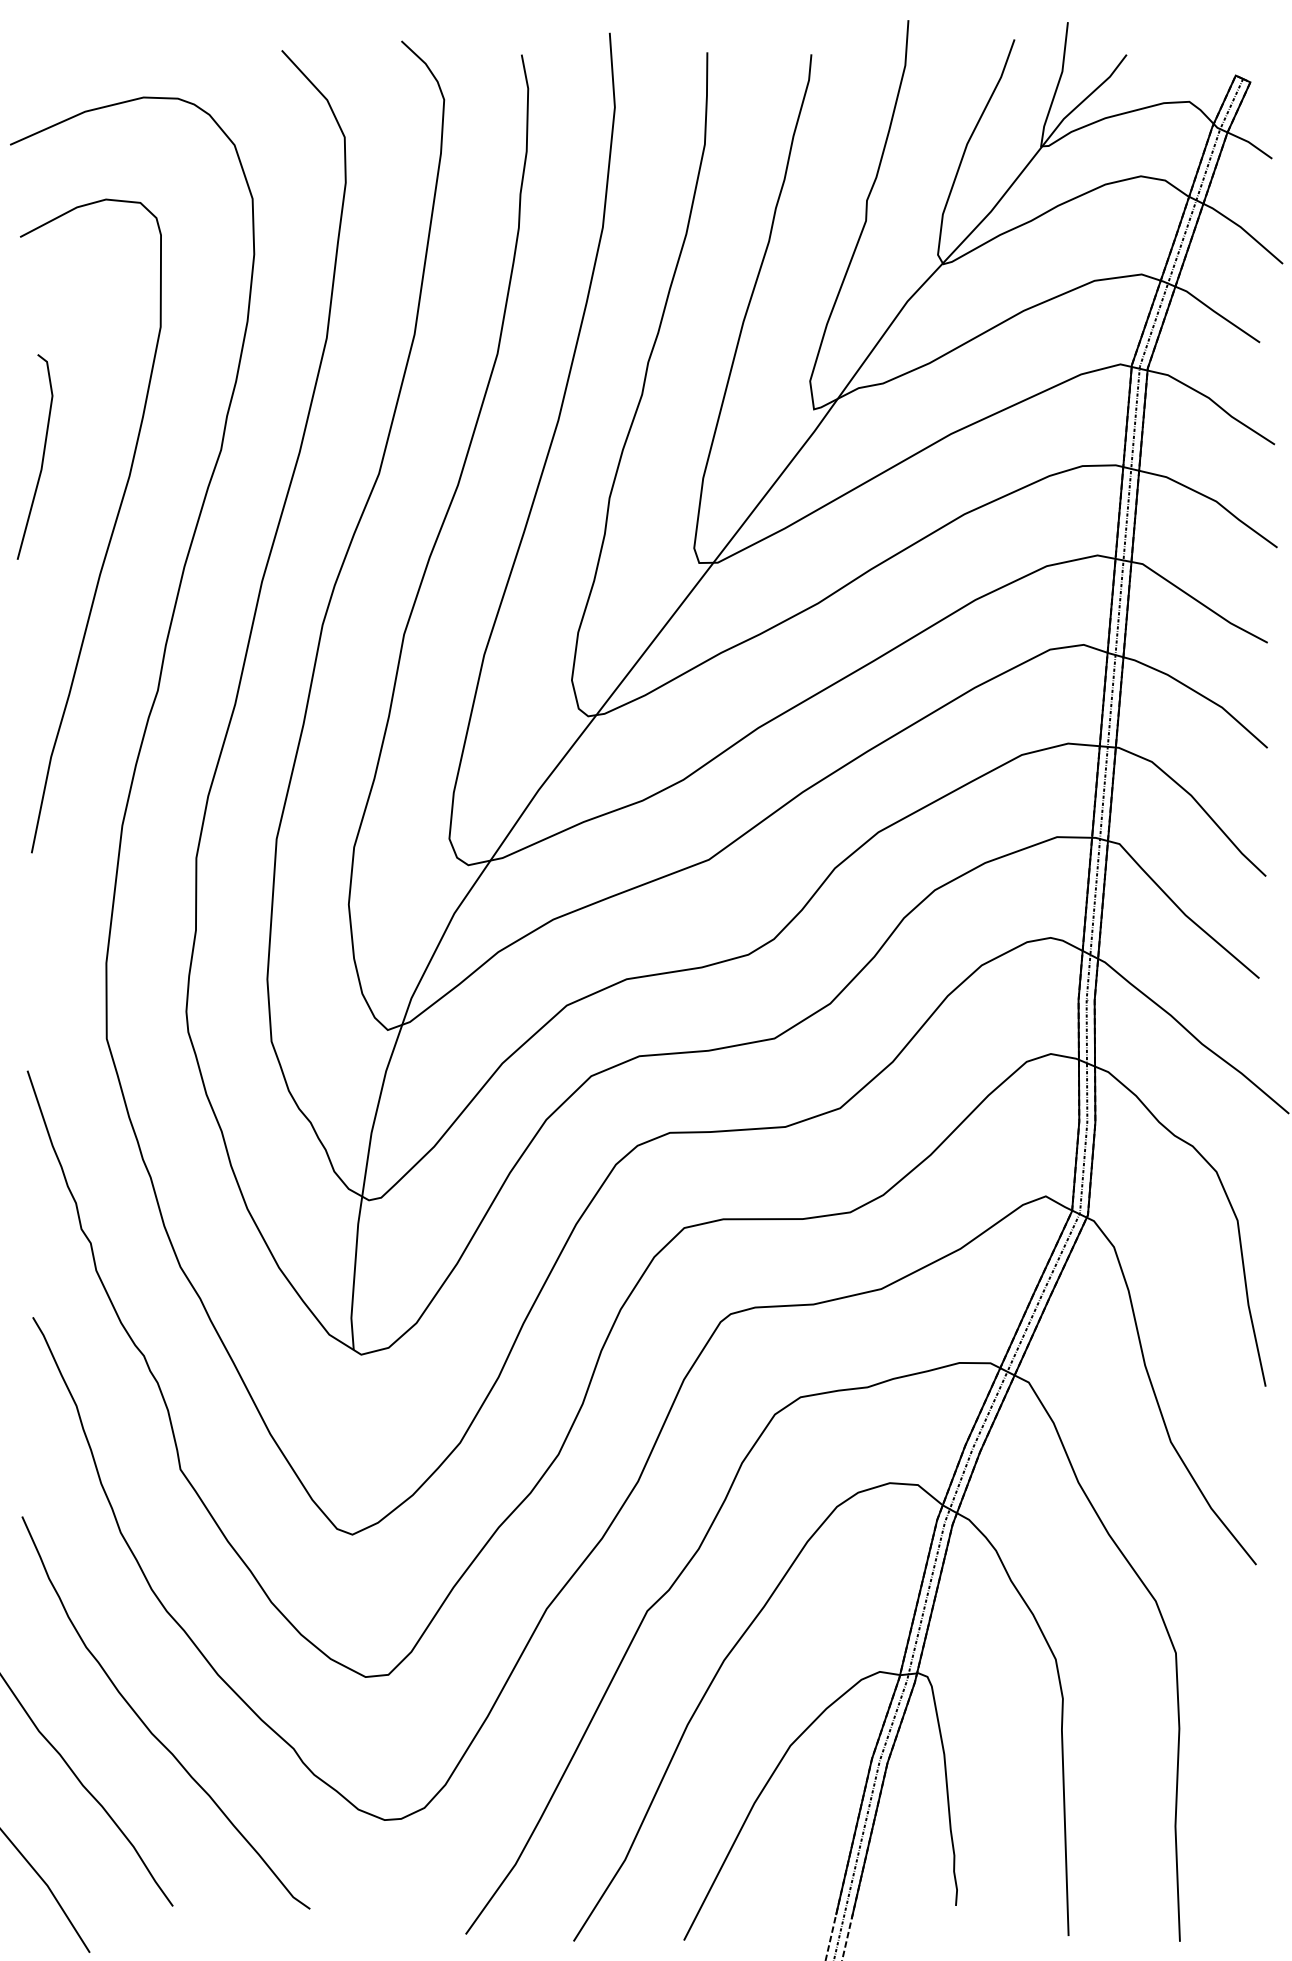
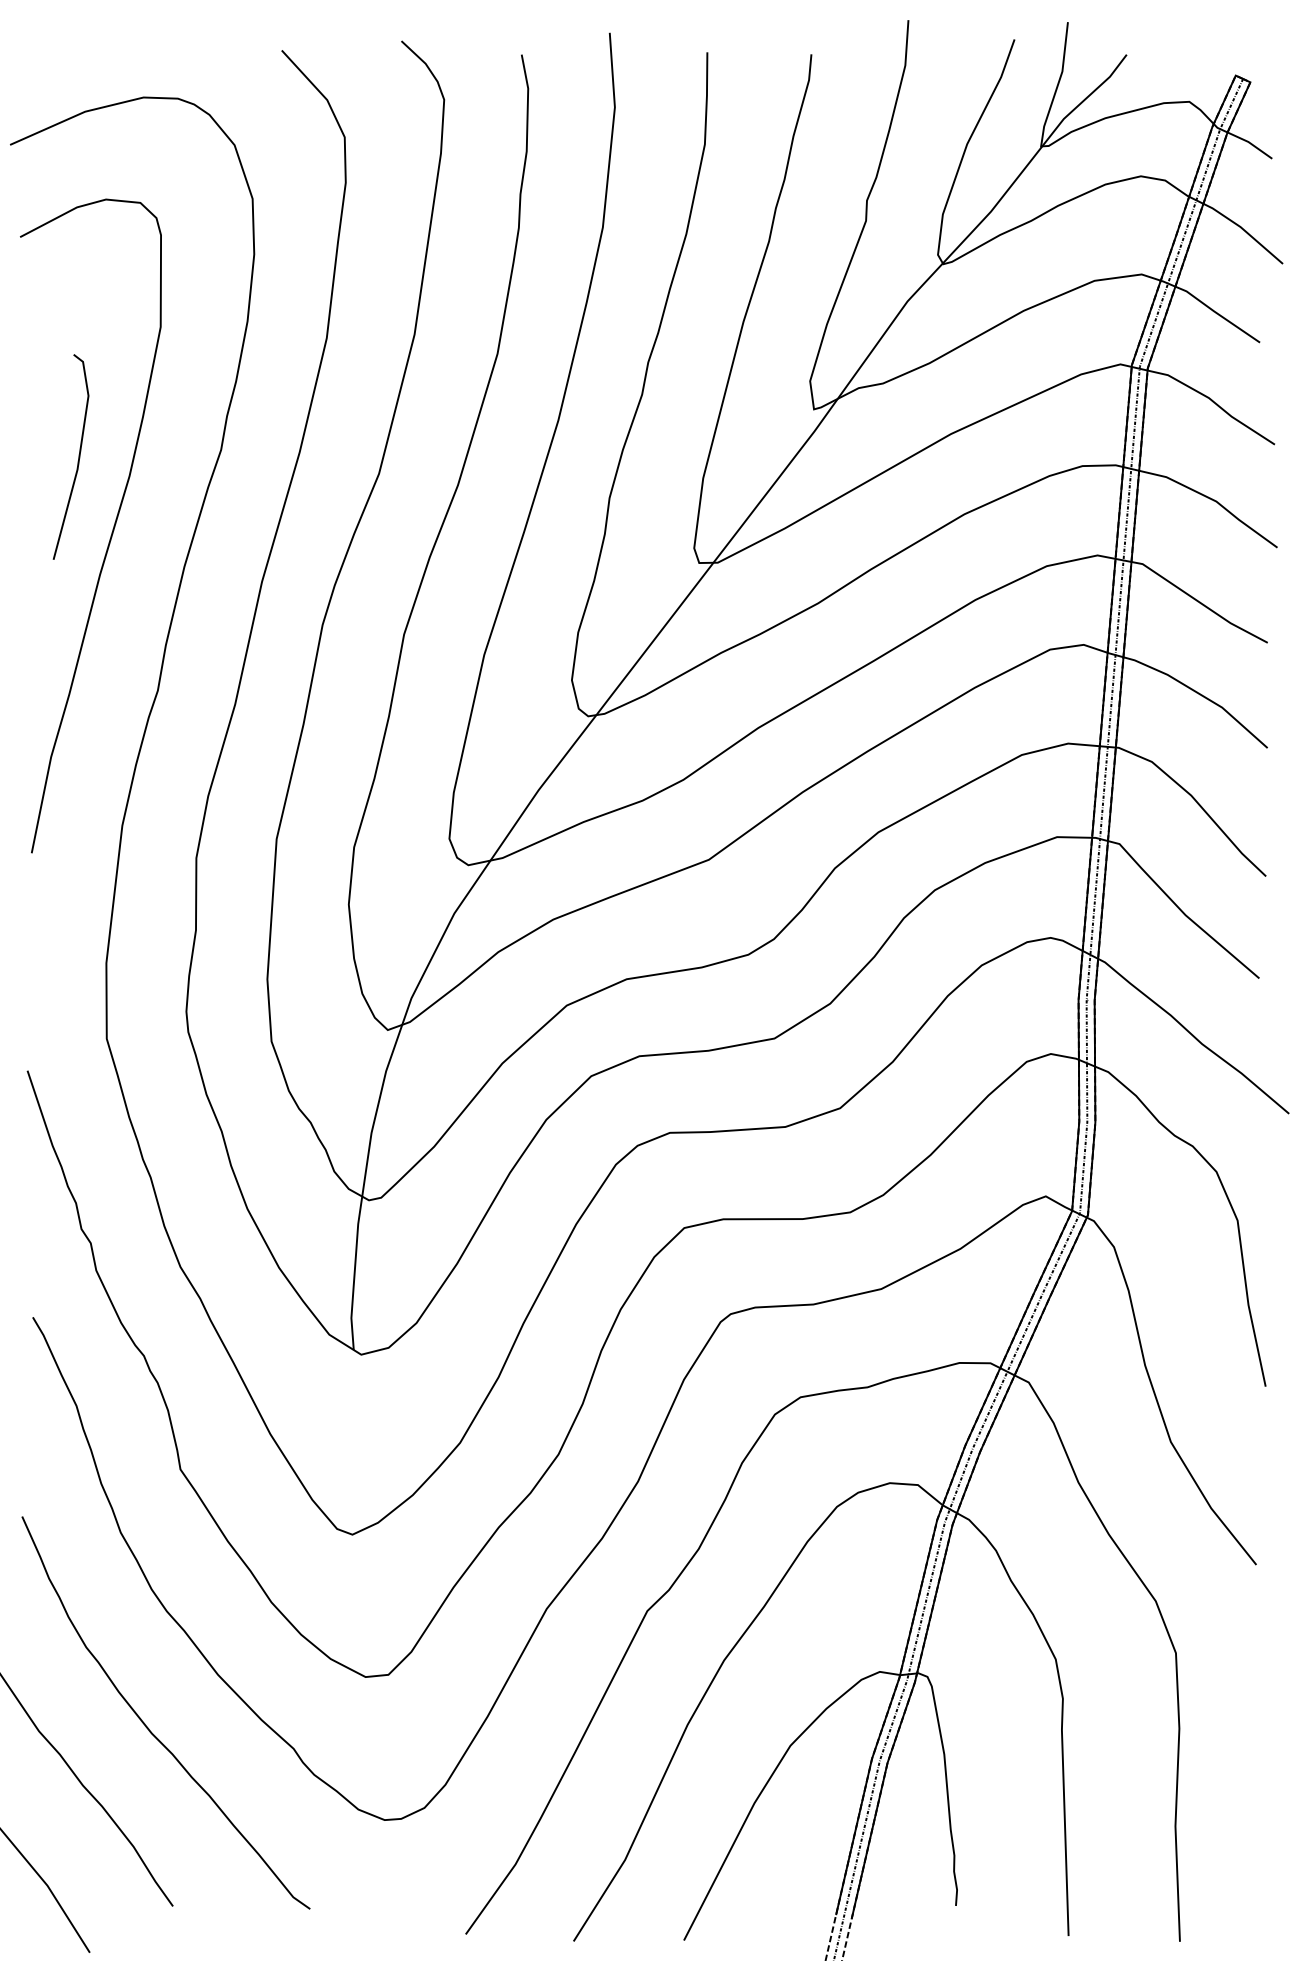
line at (42, 456) position: (42, 456) -> (78, 456)
